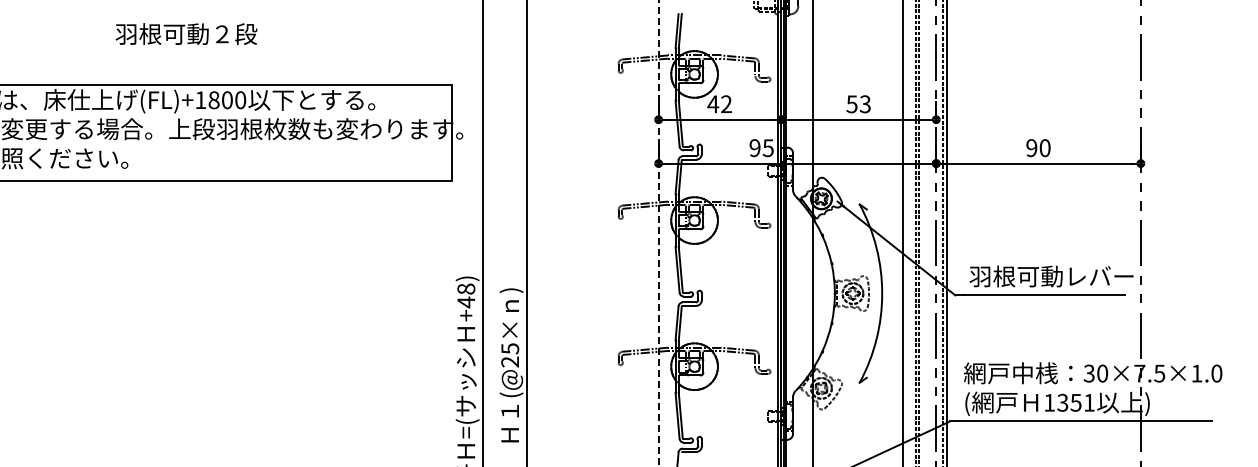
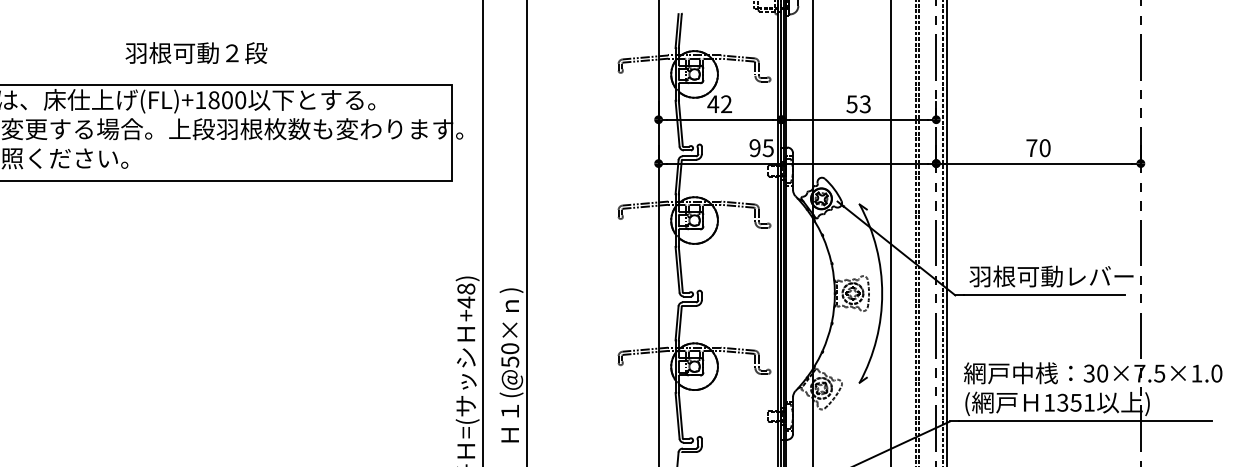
text at (186, 33) position: (186, 33) -> (196, 52)
text at (1031, 148): 90 -> 70
line at (902, 232) position: (902, 232) -> (890, 232)
line at (658, 233): dashed -> solid
text at (510, 355): (@25× -> (@50×
